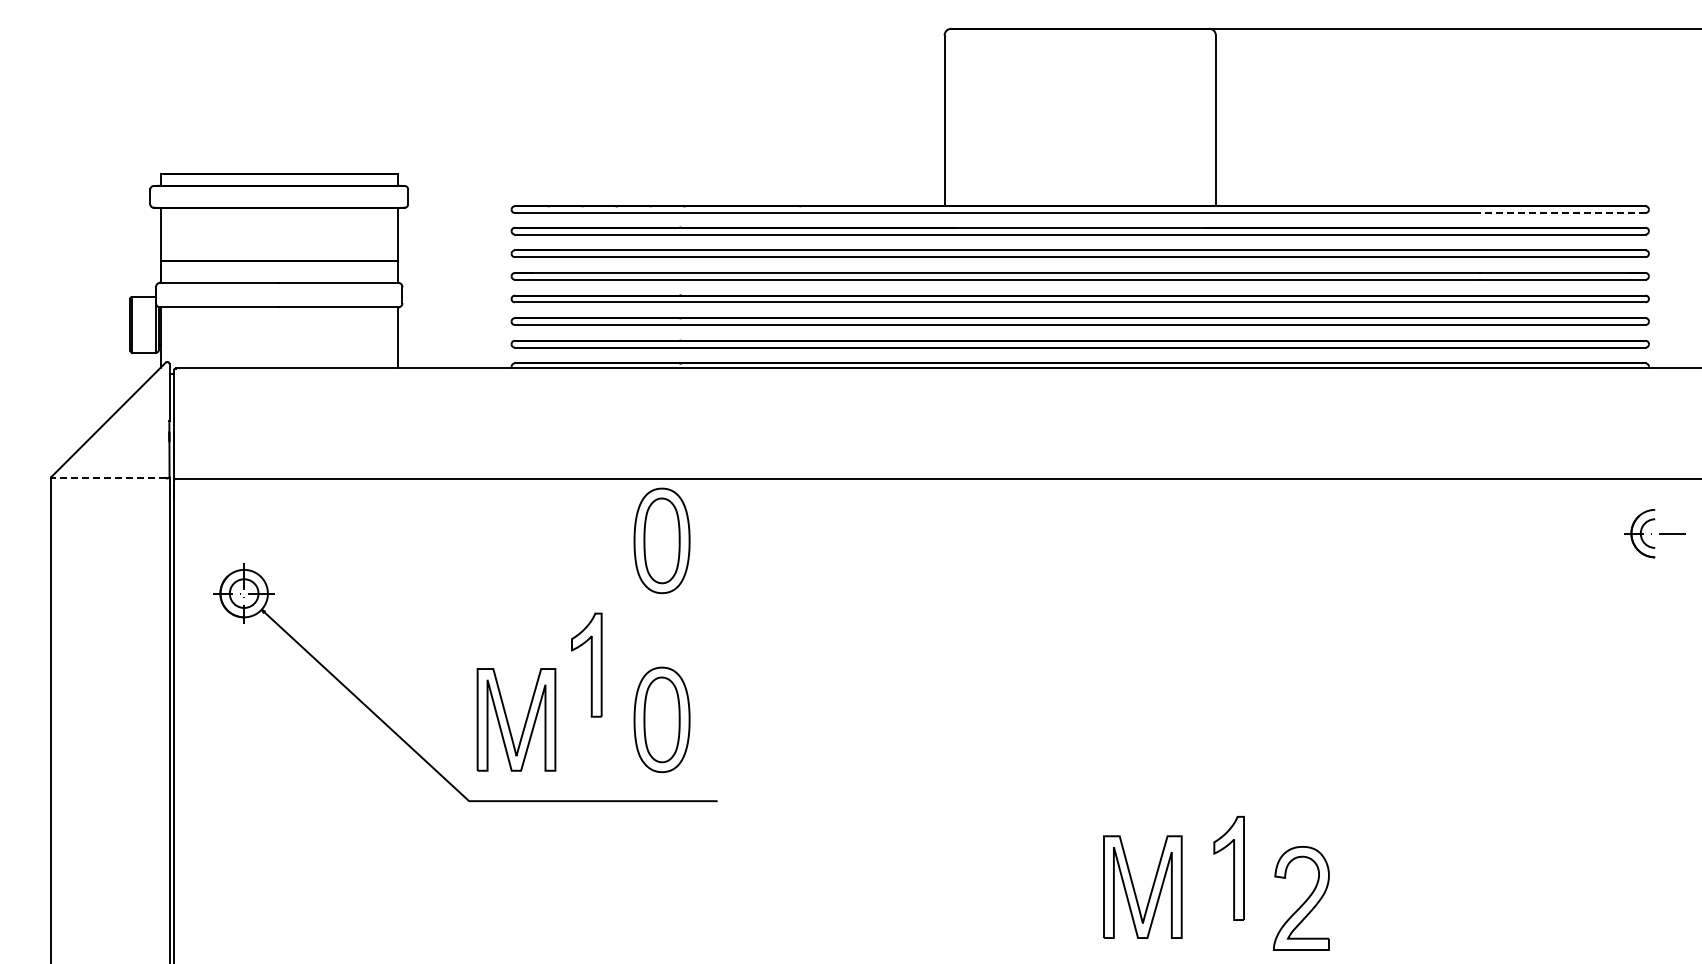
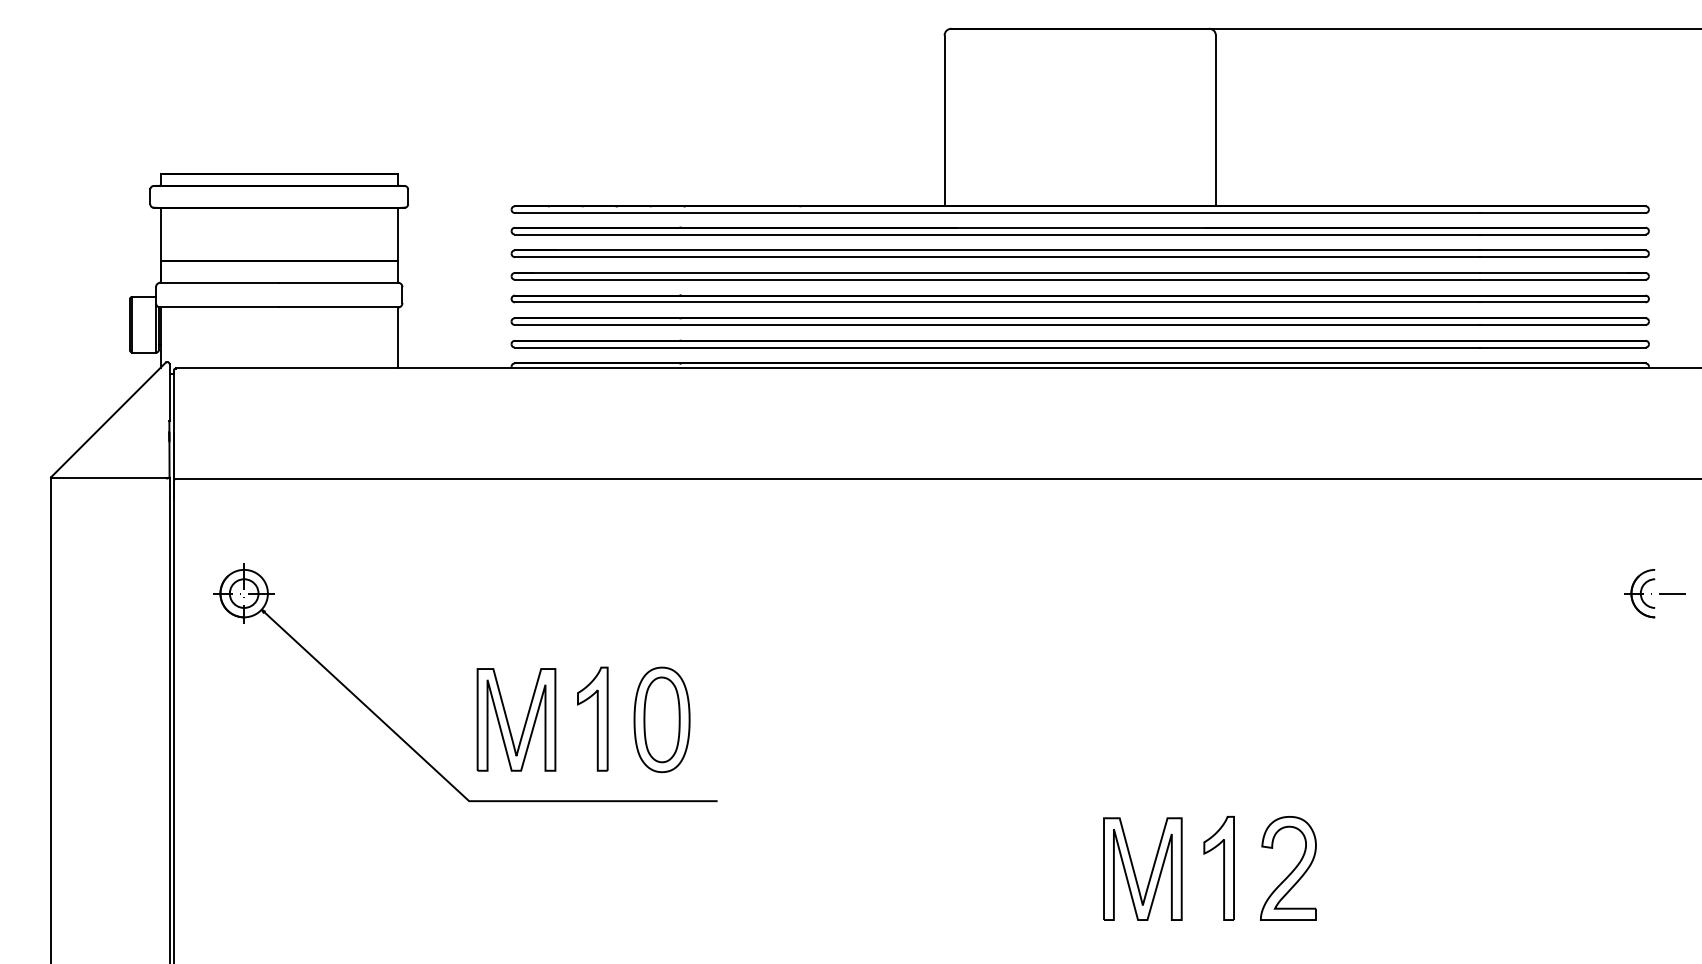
line at (1562, 213): dashed -> solid
line at (108, 478): dashed -> solid
part at (1654, 533) position: (1654, 533) -> (1654, 593)
part at (661, 540): present -> none
part at (586, 664) position: (586, 664) -> (592, 718)
part at (1228, 868) position: (1228, 868) -> (1218, 868)
part at (1134, 886) position: (1134, 886) -> (1134, 868)
part at (1301, 898) position: (1301, 898) -> (1288, 868)
